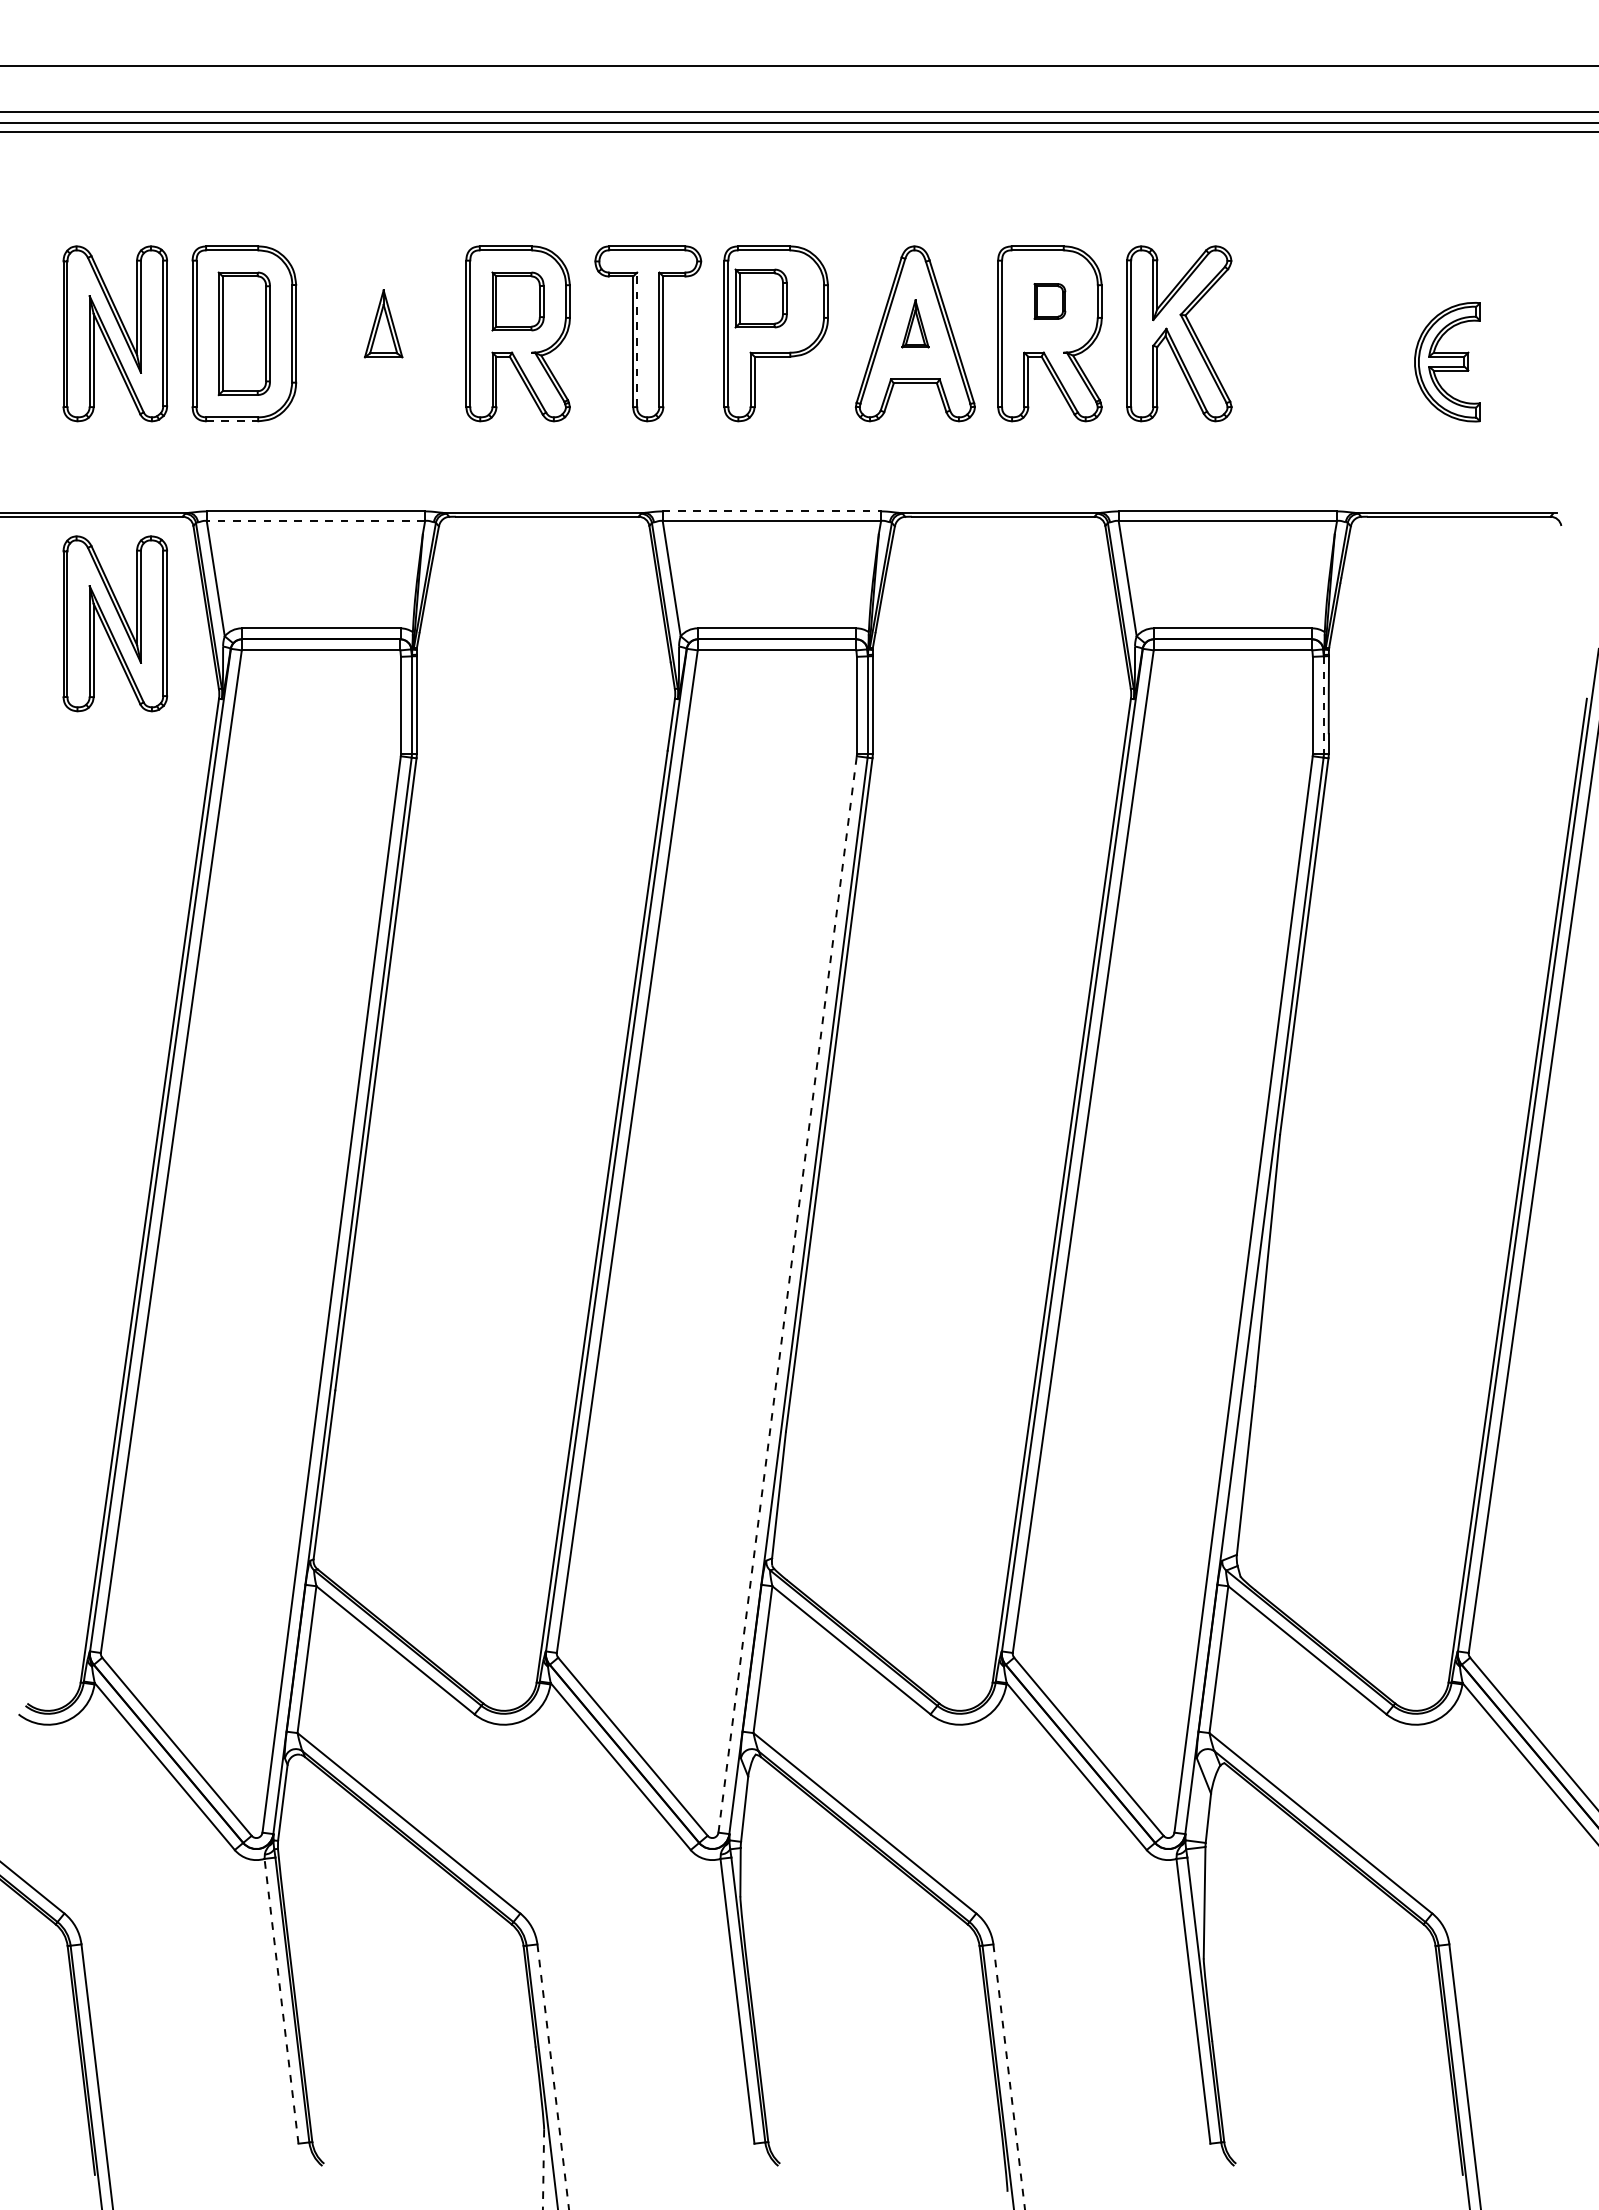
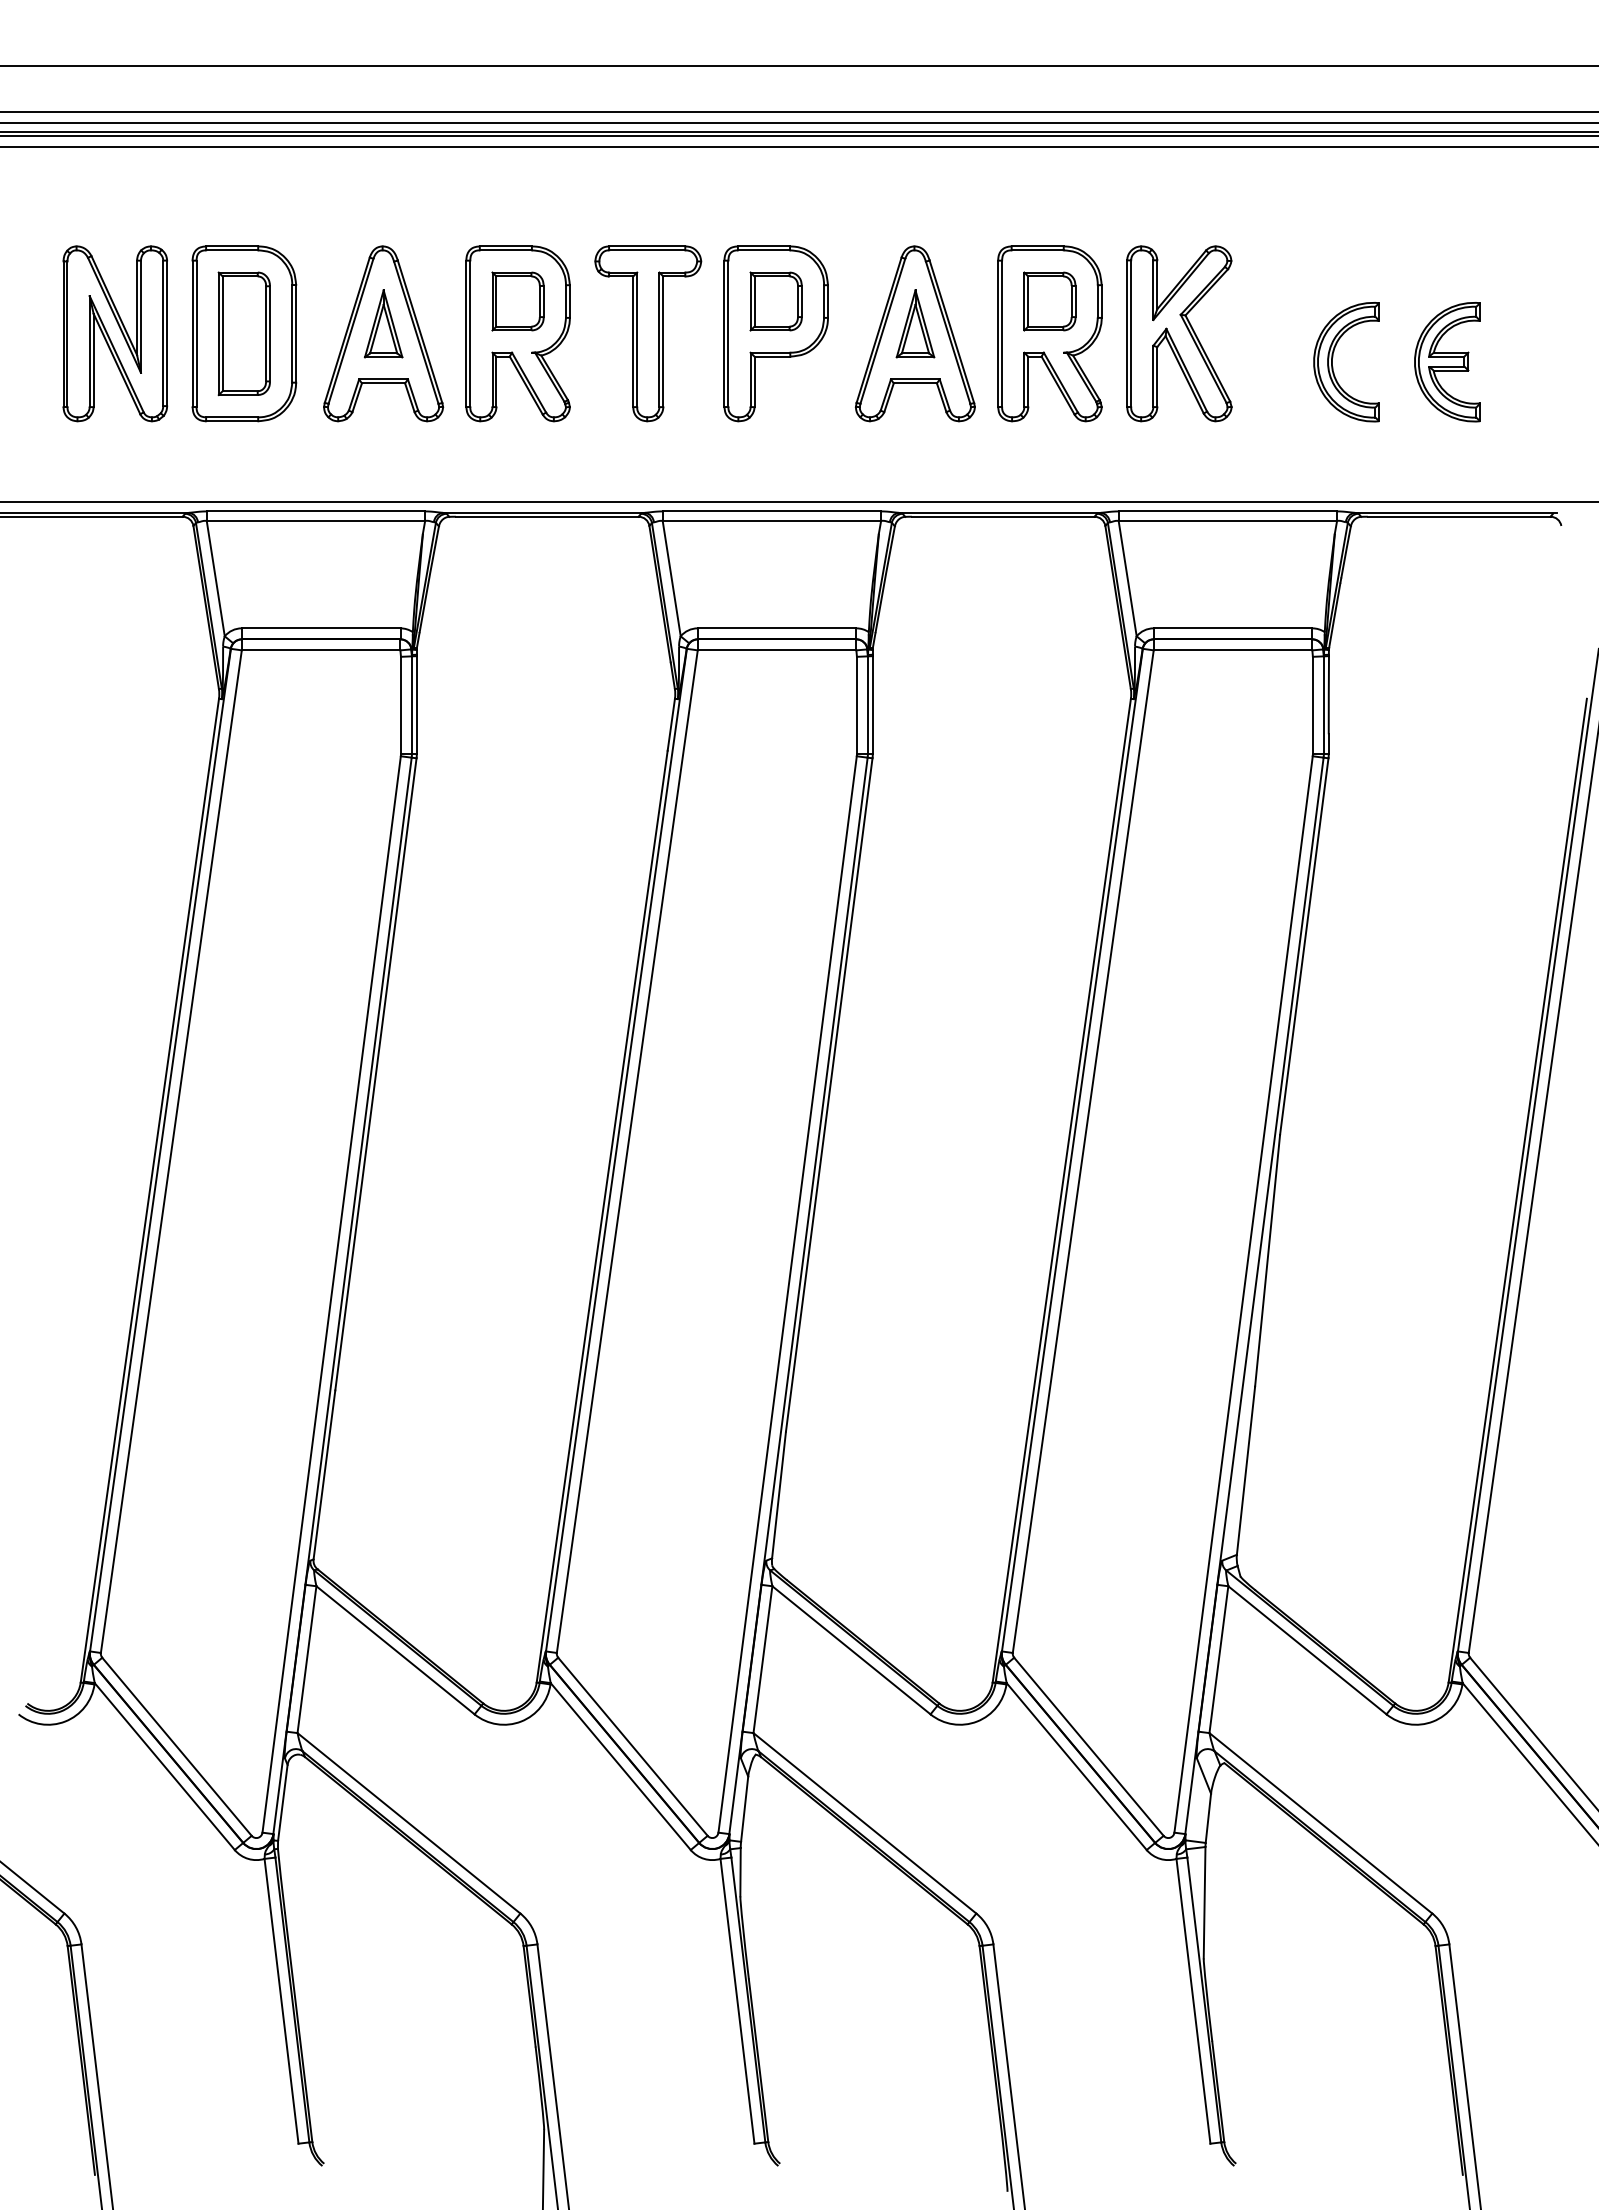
line at (798, 136): none -> present
line at (798, 147): none -> present
part at (760, 298) position: (760, 298) -> (775, 301)
part at (1049, 301) size: 34x37 px -> 54x61 px
part at (915, 323) size: 29x50 px -> 41x70 px
part at (383, 333): none -> present
line at (637, 339): dashed -> solid
part at (1333, 366): none -> present
line at (232, 421): dashed -> solid
line at (798, 501): none -> present
line at (772, 511): dashed -> solid
line at (315, 520): dashed -> solid
part at (115, 623): present -> none
line at (1323, 705): dashed -> solid
line at (787, 1294): dashed -> solid
line at (281, 2000): dashed -> solid
line at (553, 2077): dashed -> solid
line at (1009, 2077): dashed -> solid
line at (543, 2169): dashed -> solid
